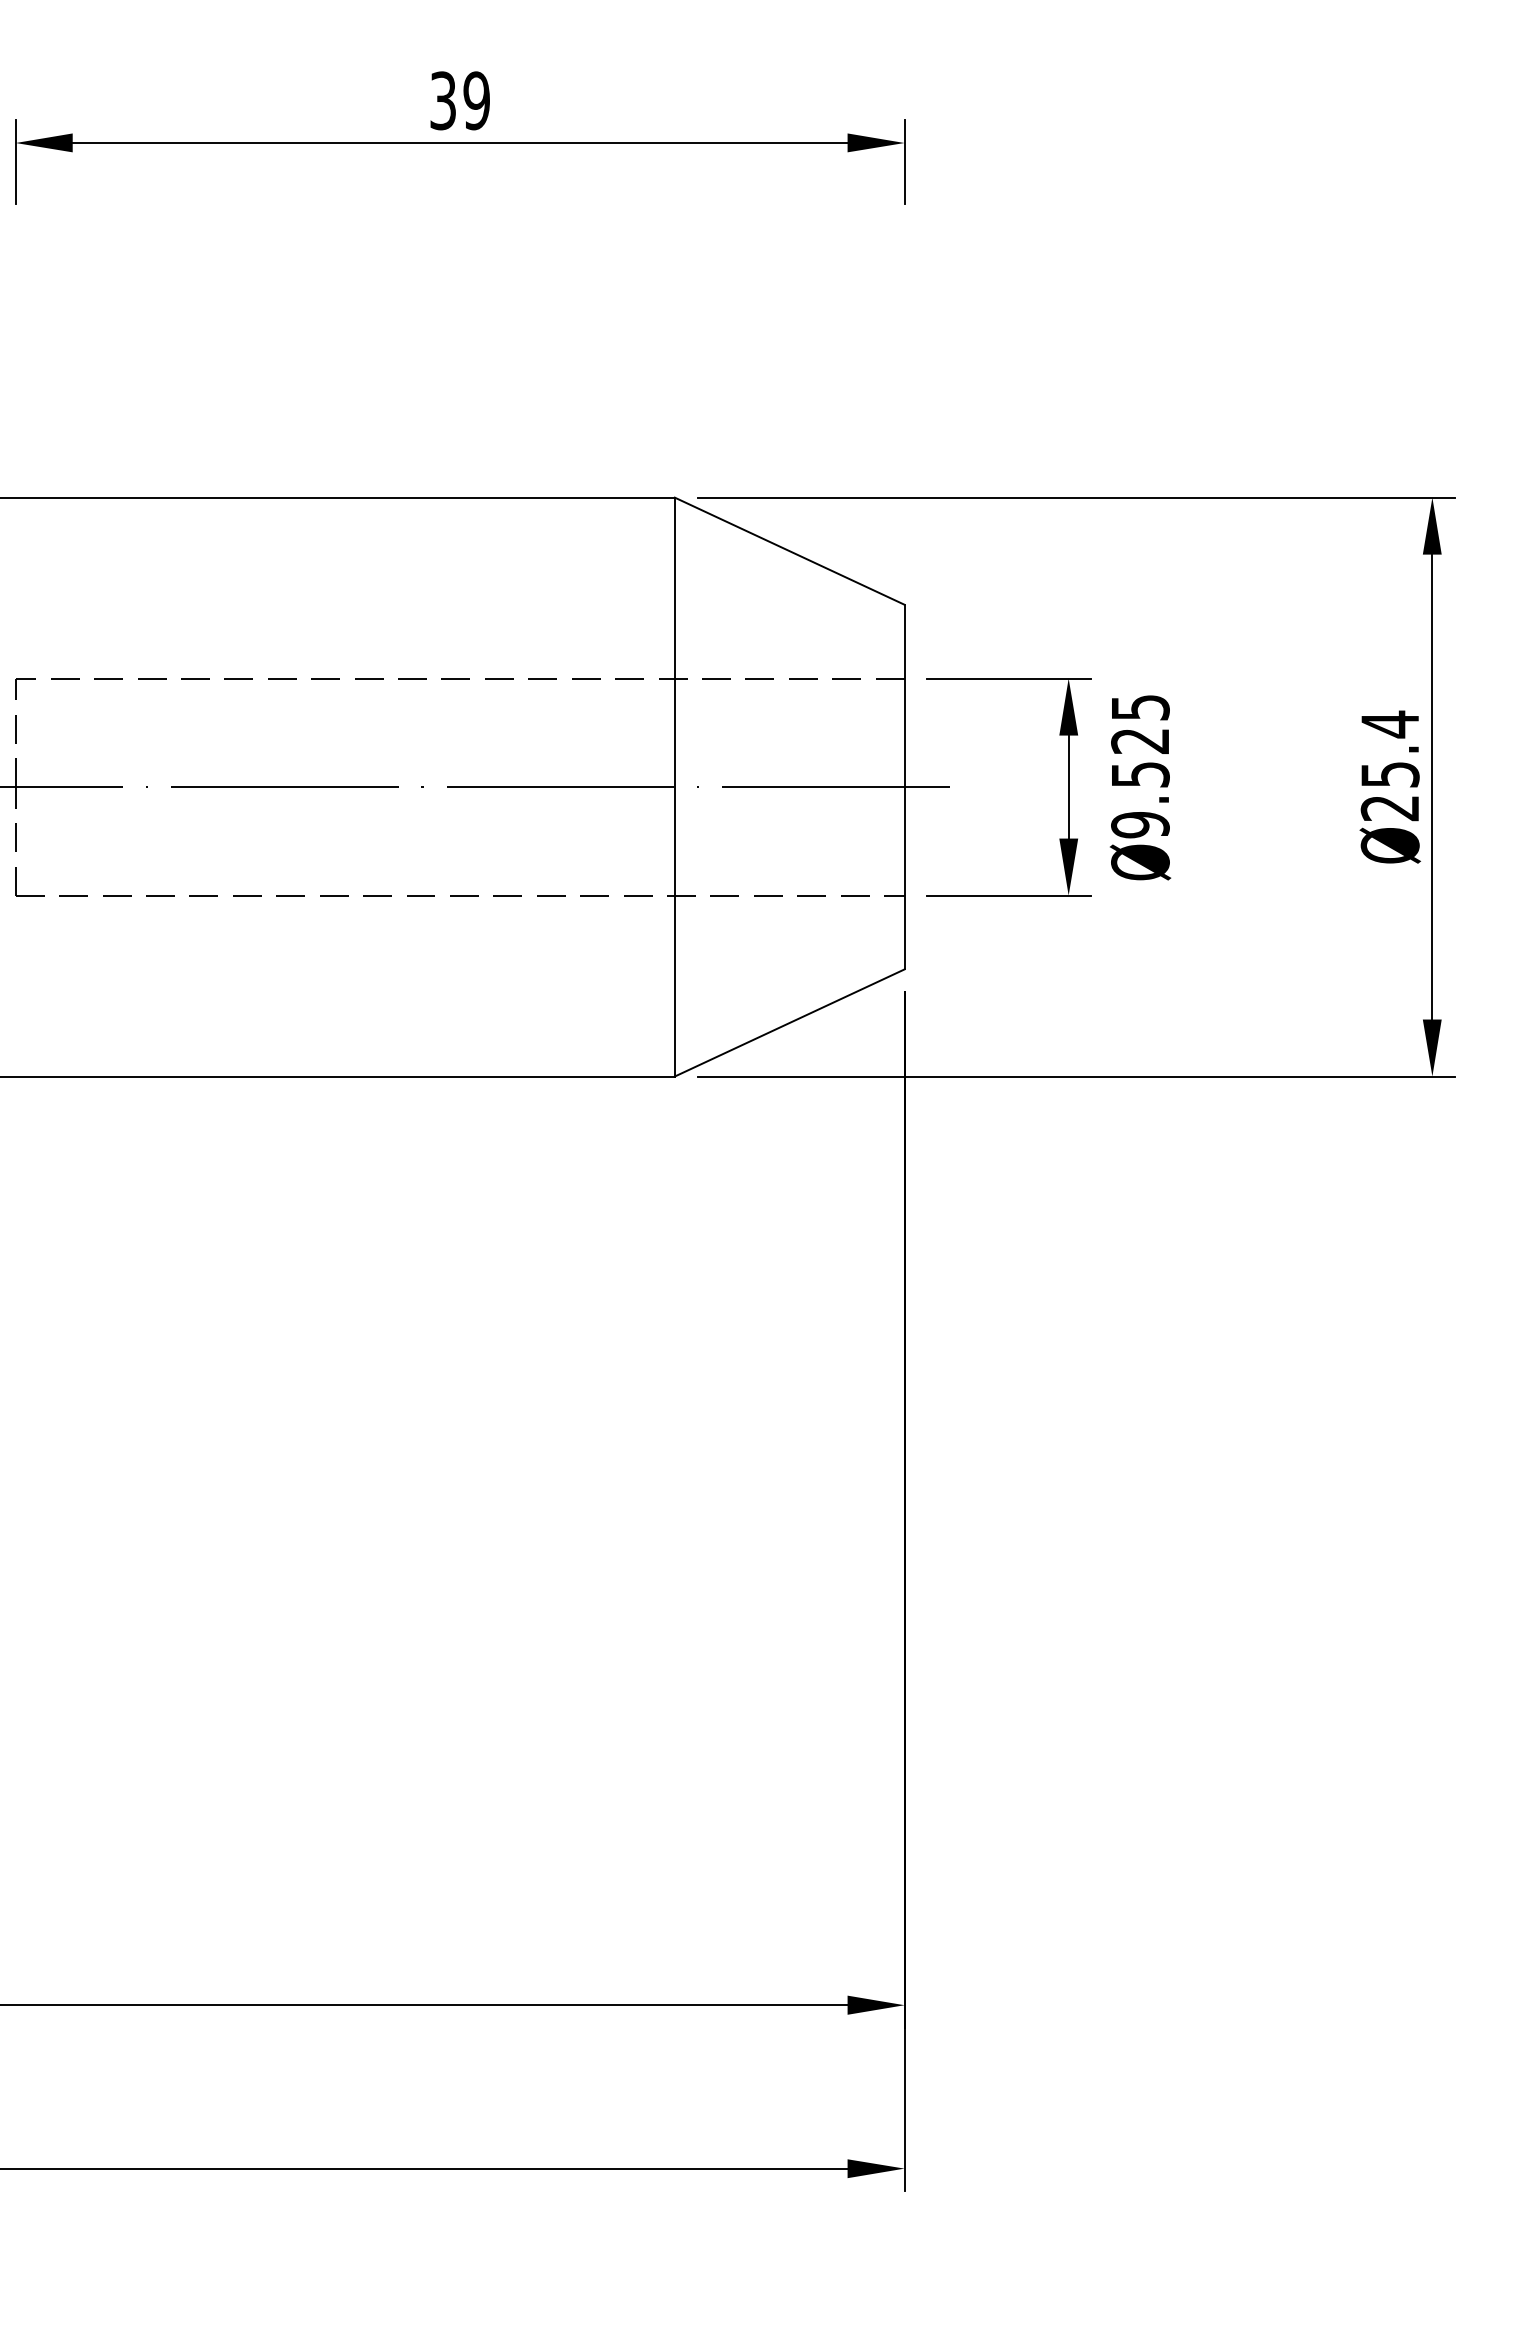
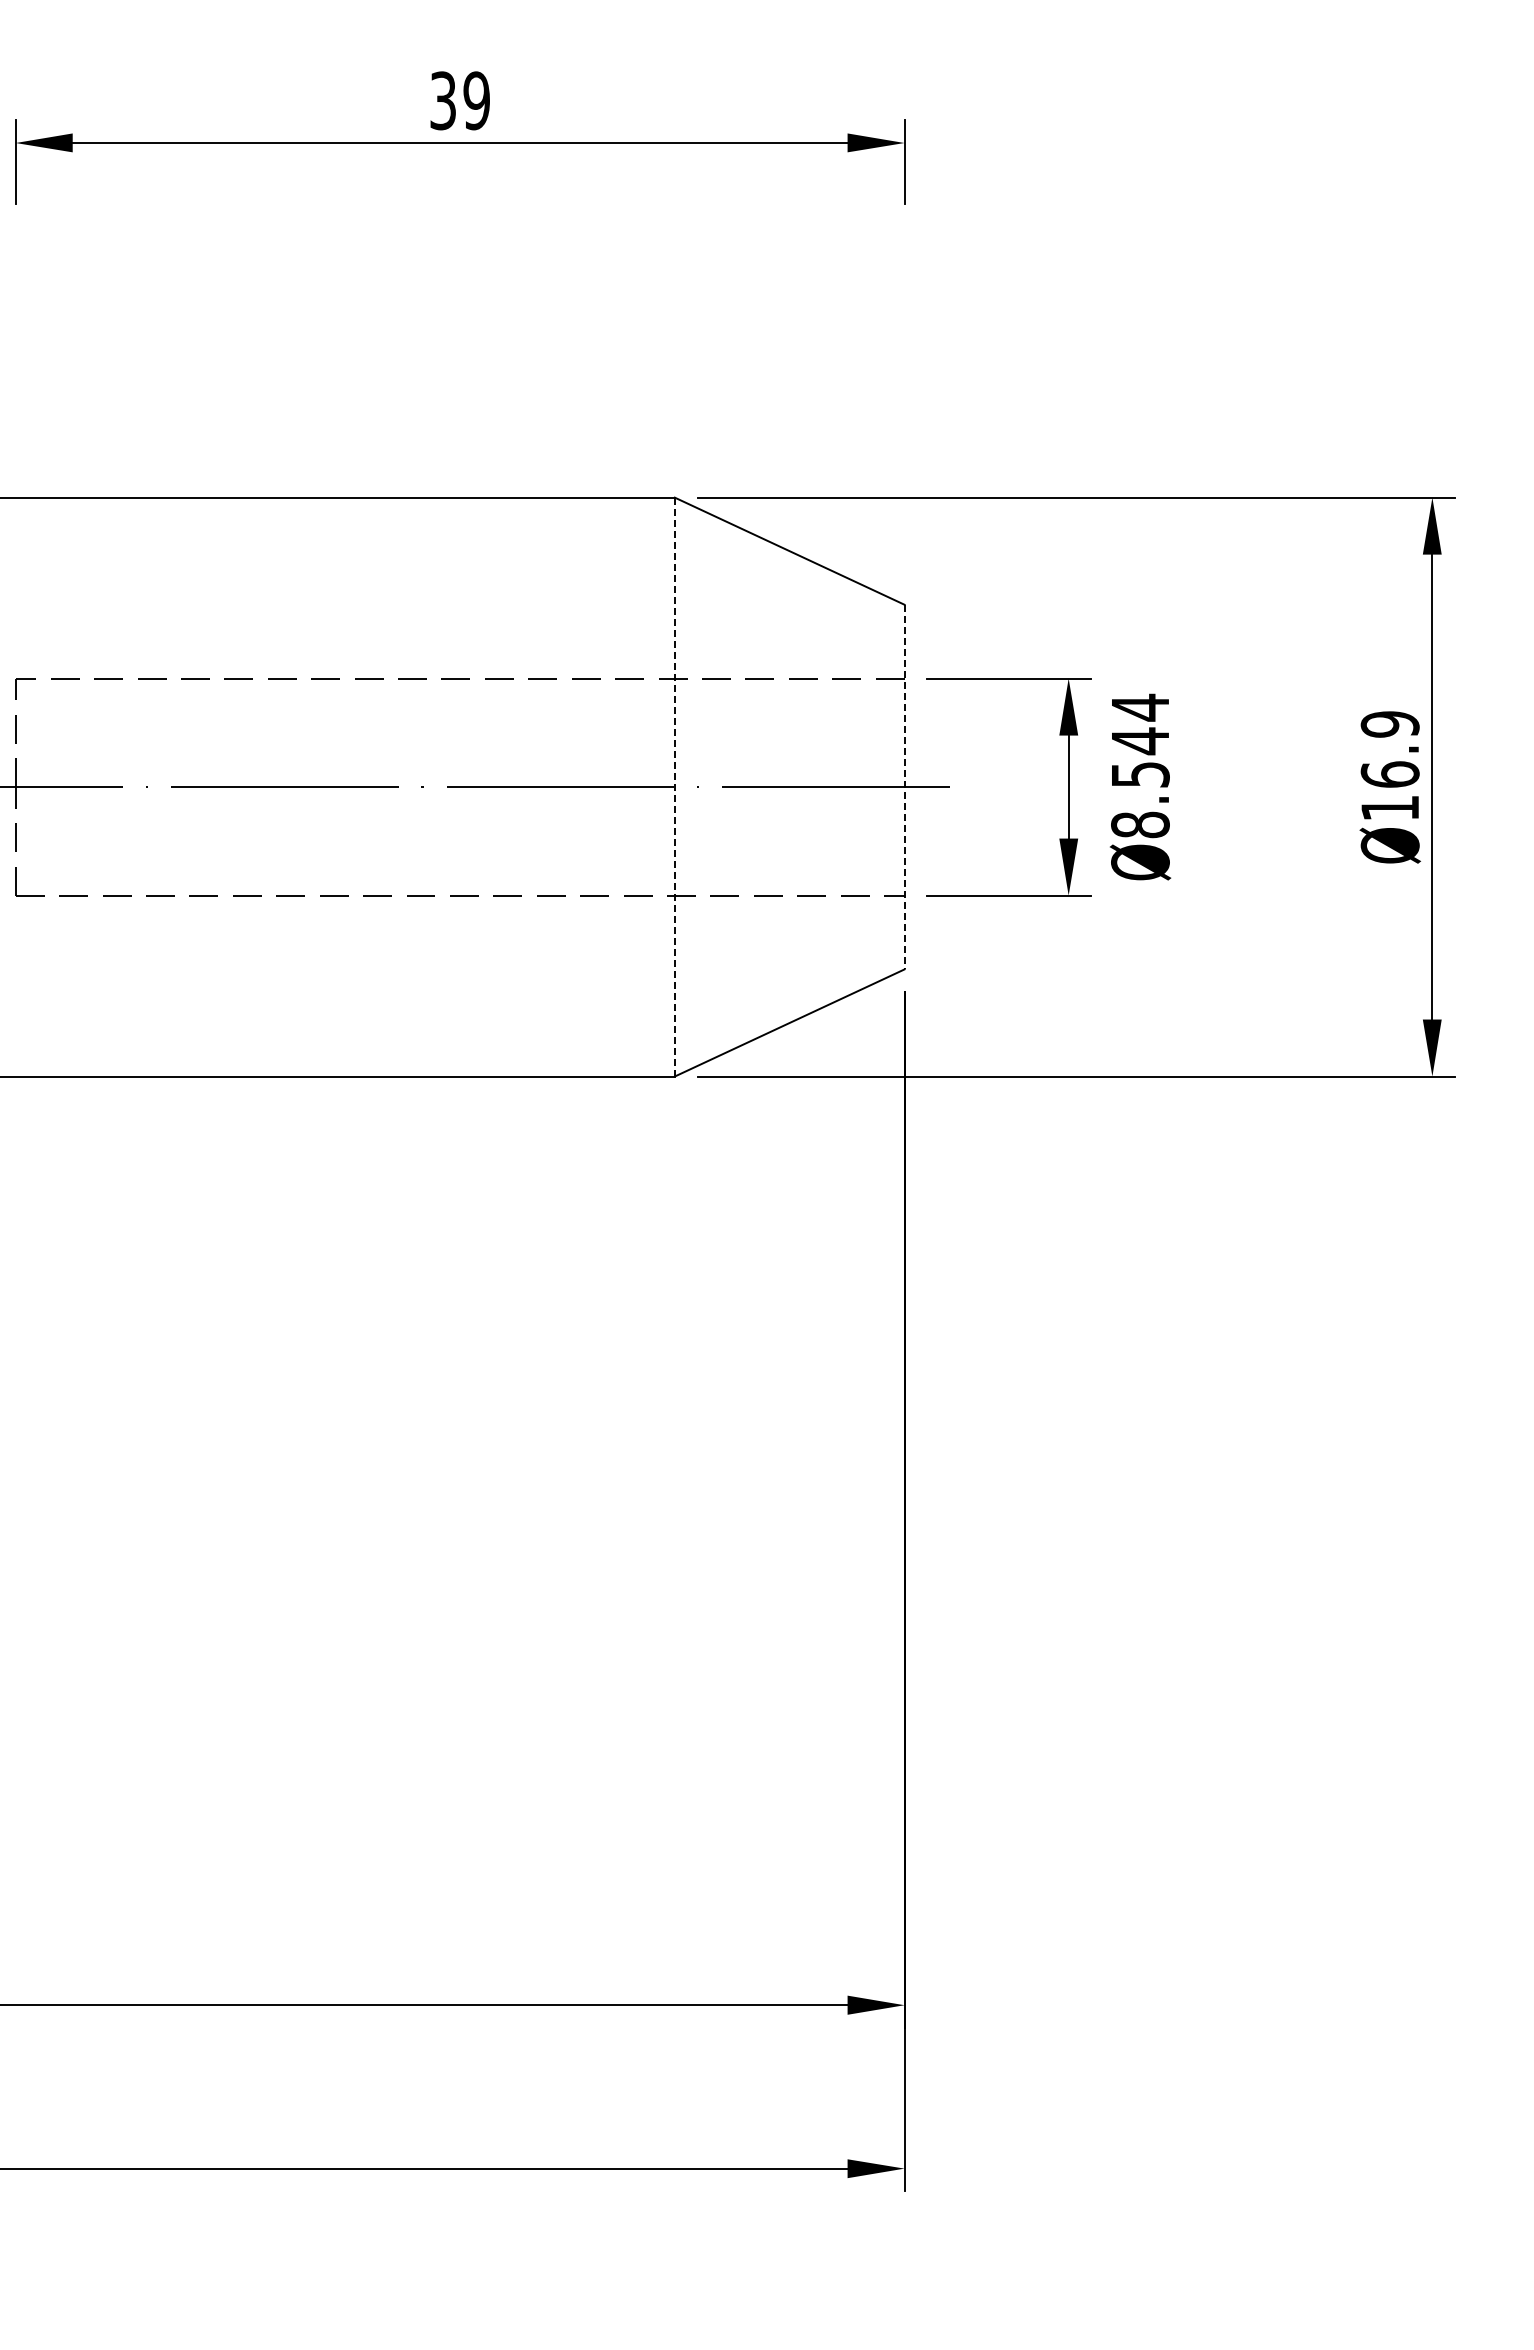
text at (1140, 765): Ø9.525 -> Ø8.544
text at (1389, 765): Ø25.4 -> Ø16.9
line at (674, 787): solid -> dashed
line at (904, 787): solid -> dashed
